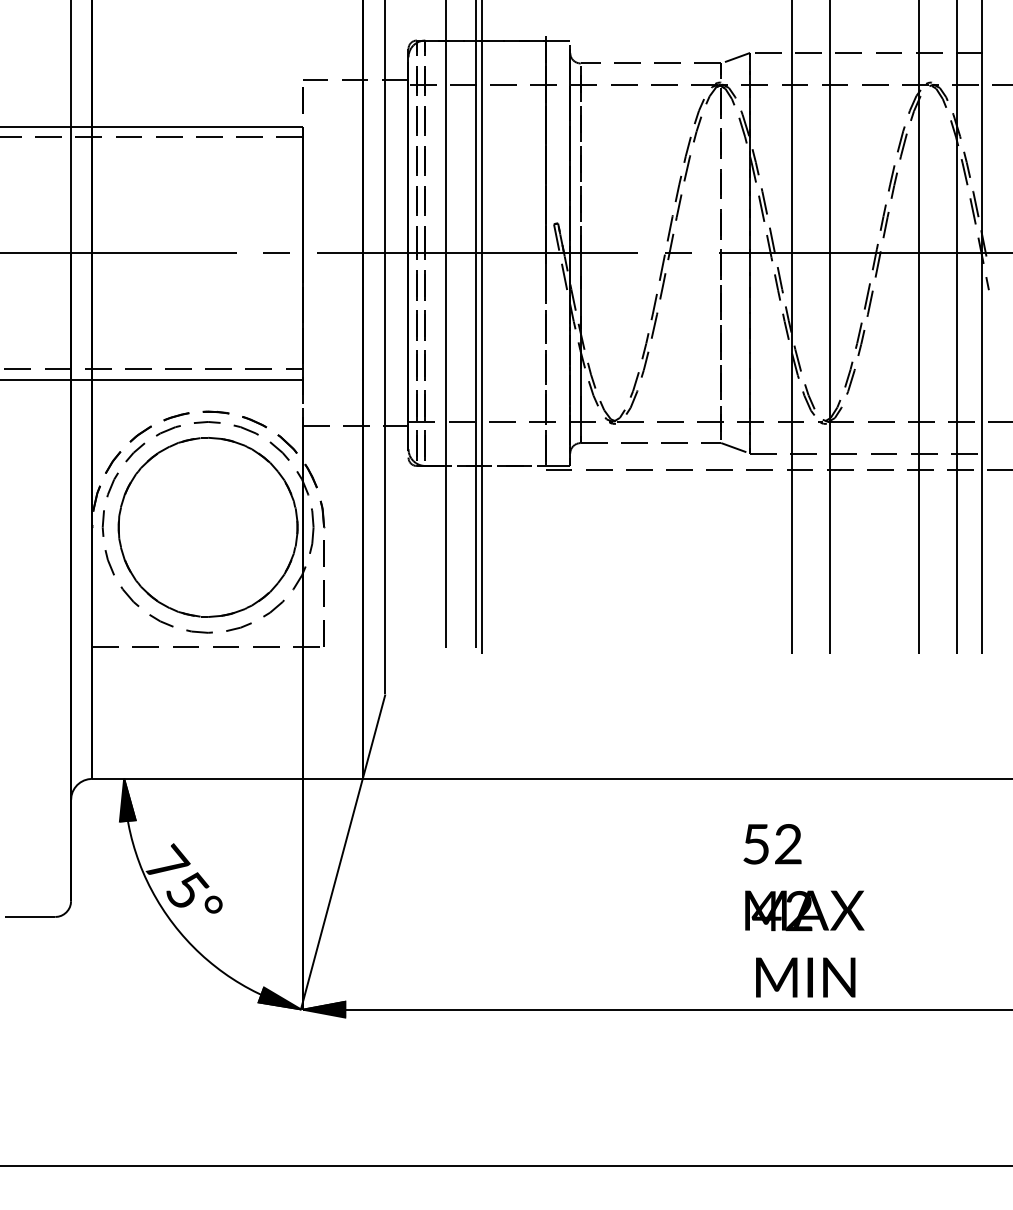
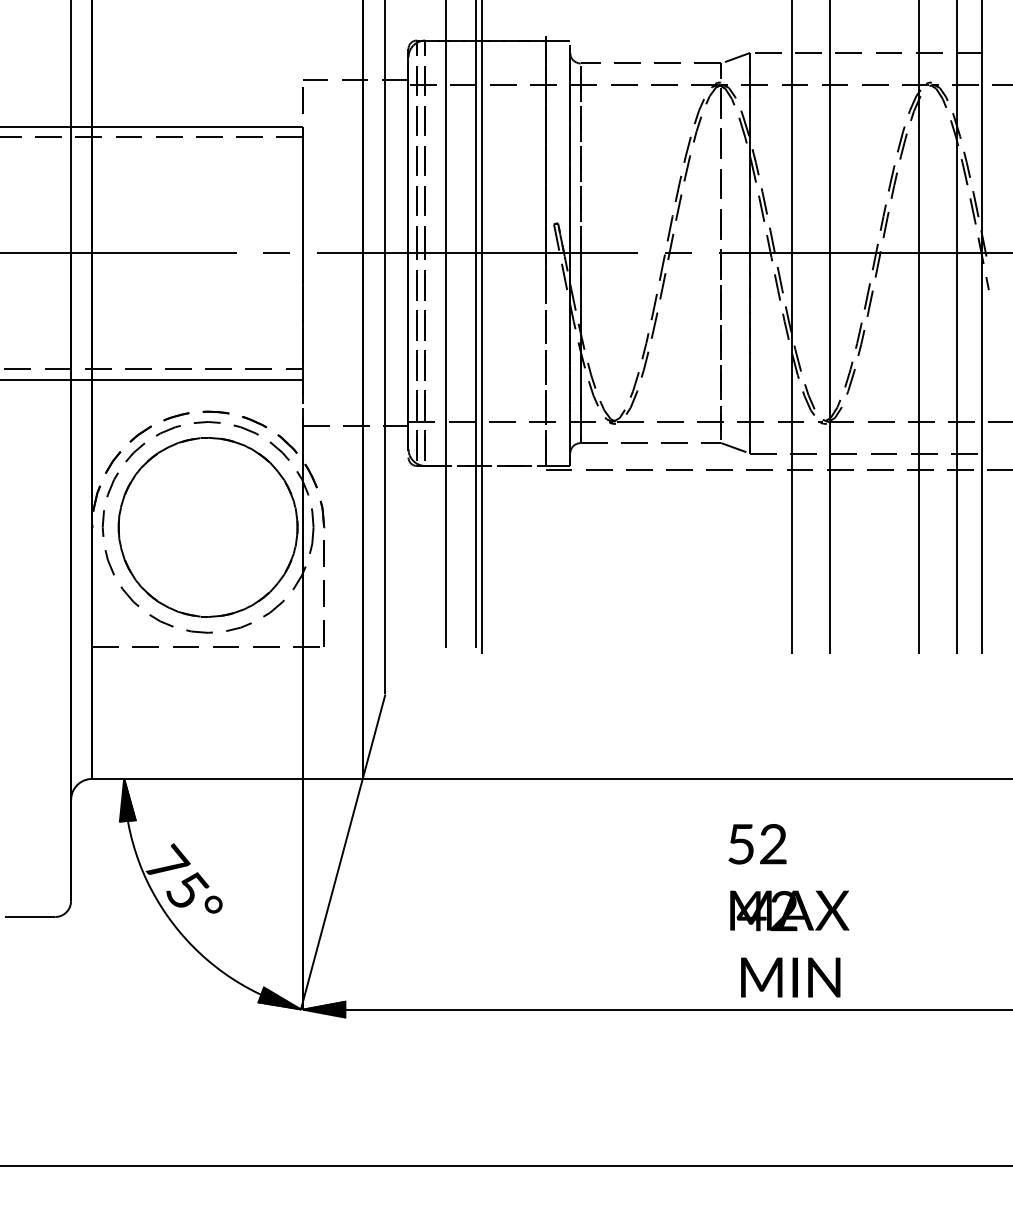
text at (803, 910) position: (803, 910) -> (788, 910)
